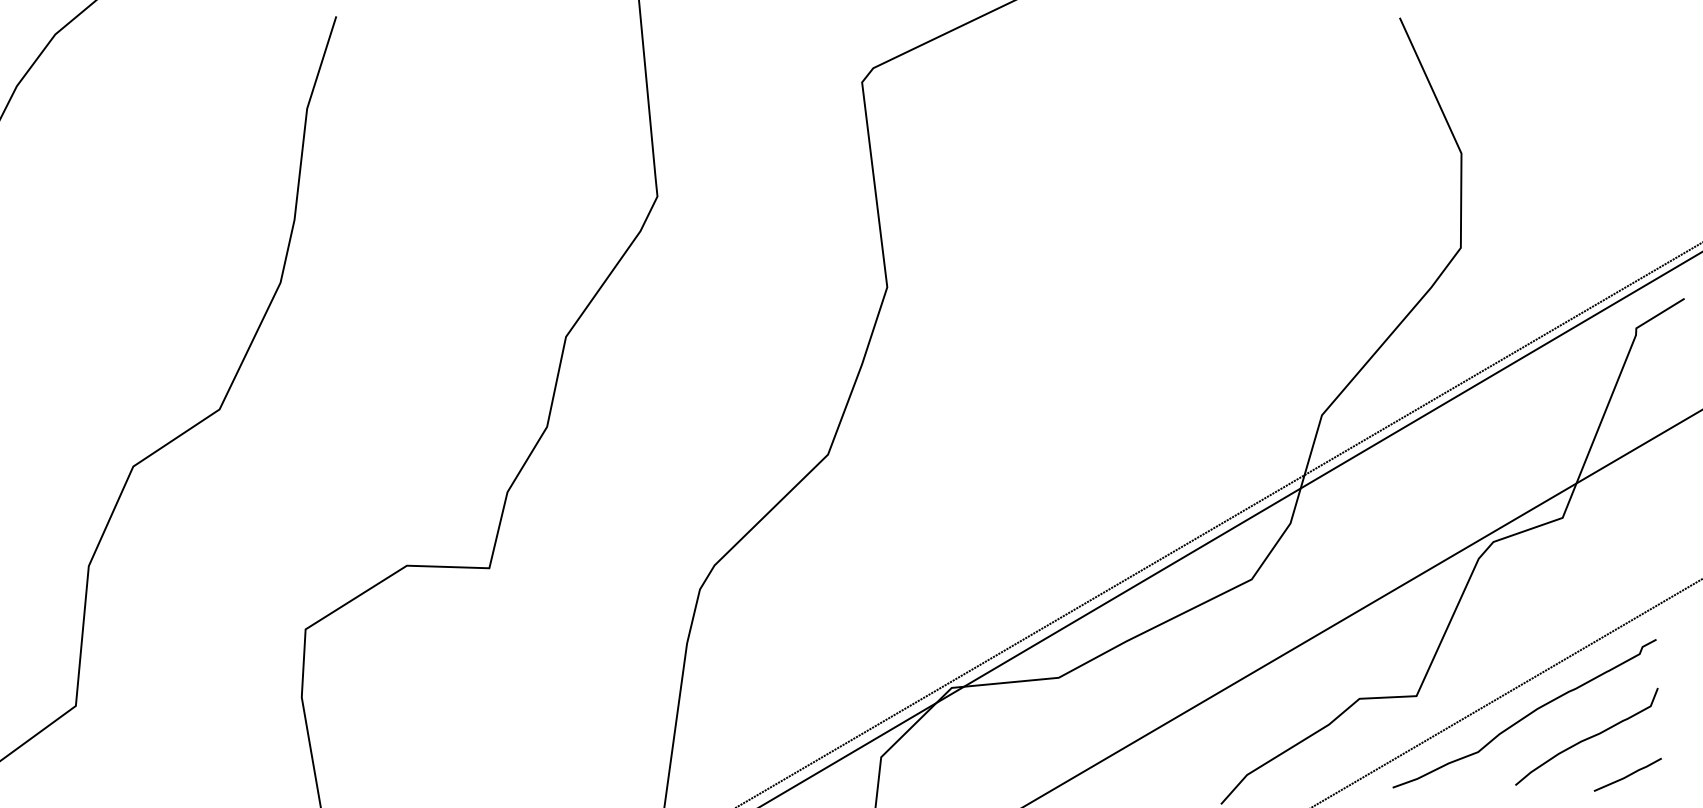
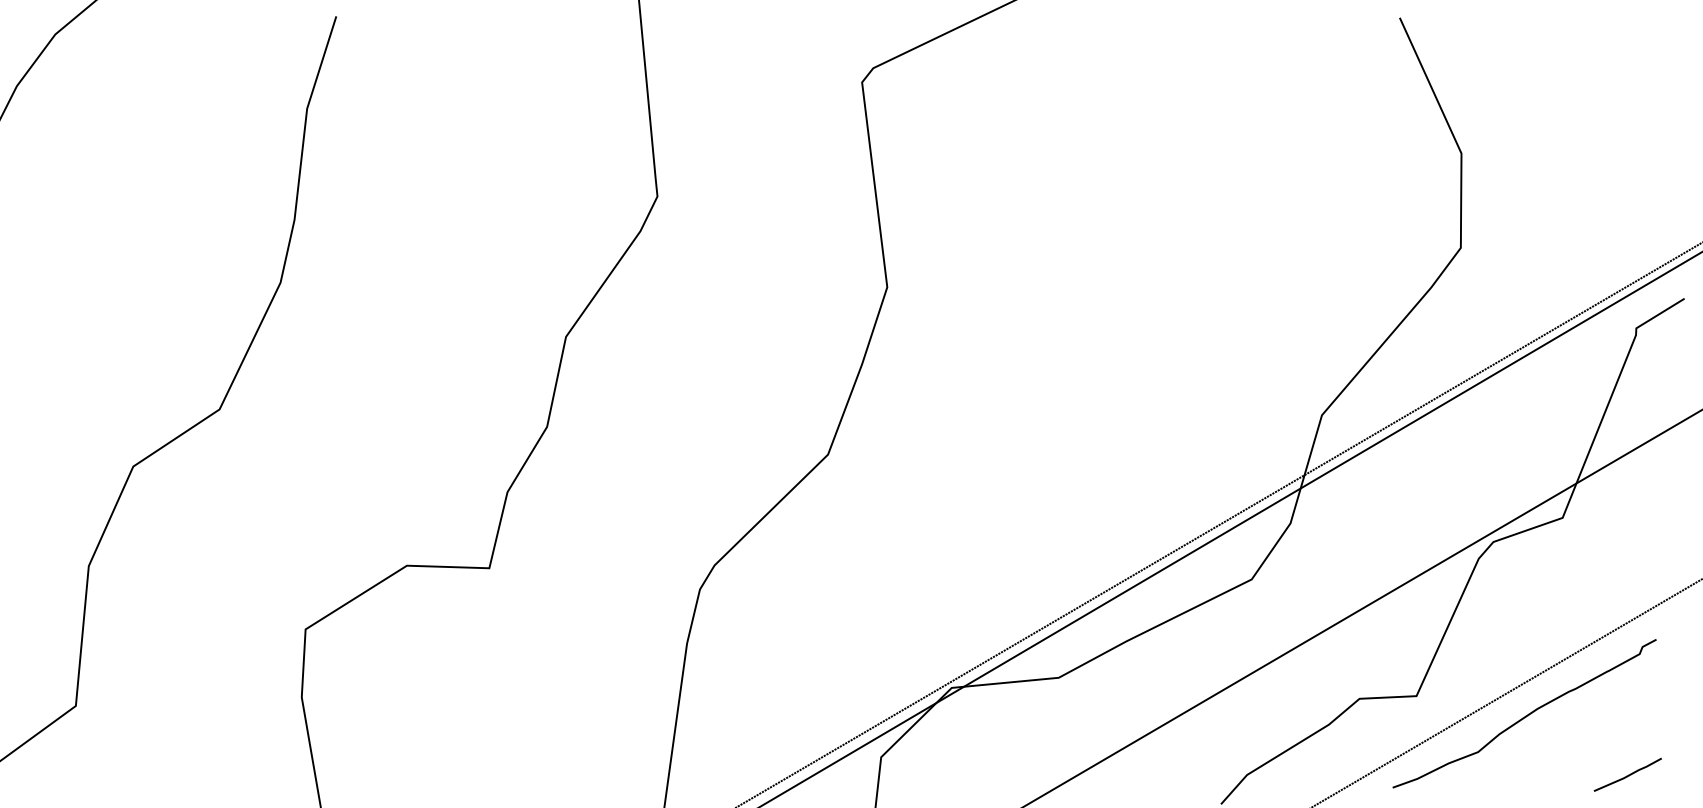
curve at (1587, 737): present -> none
